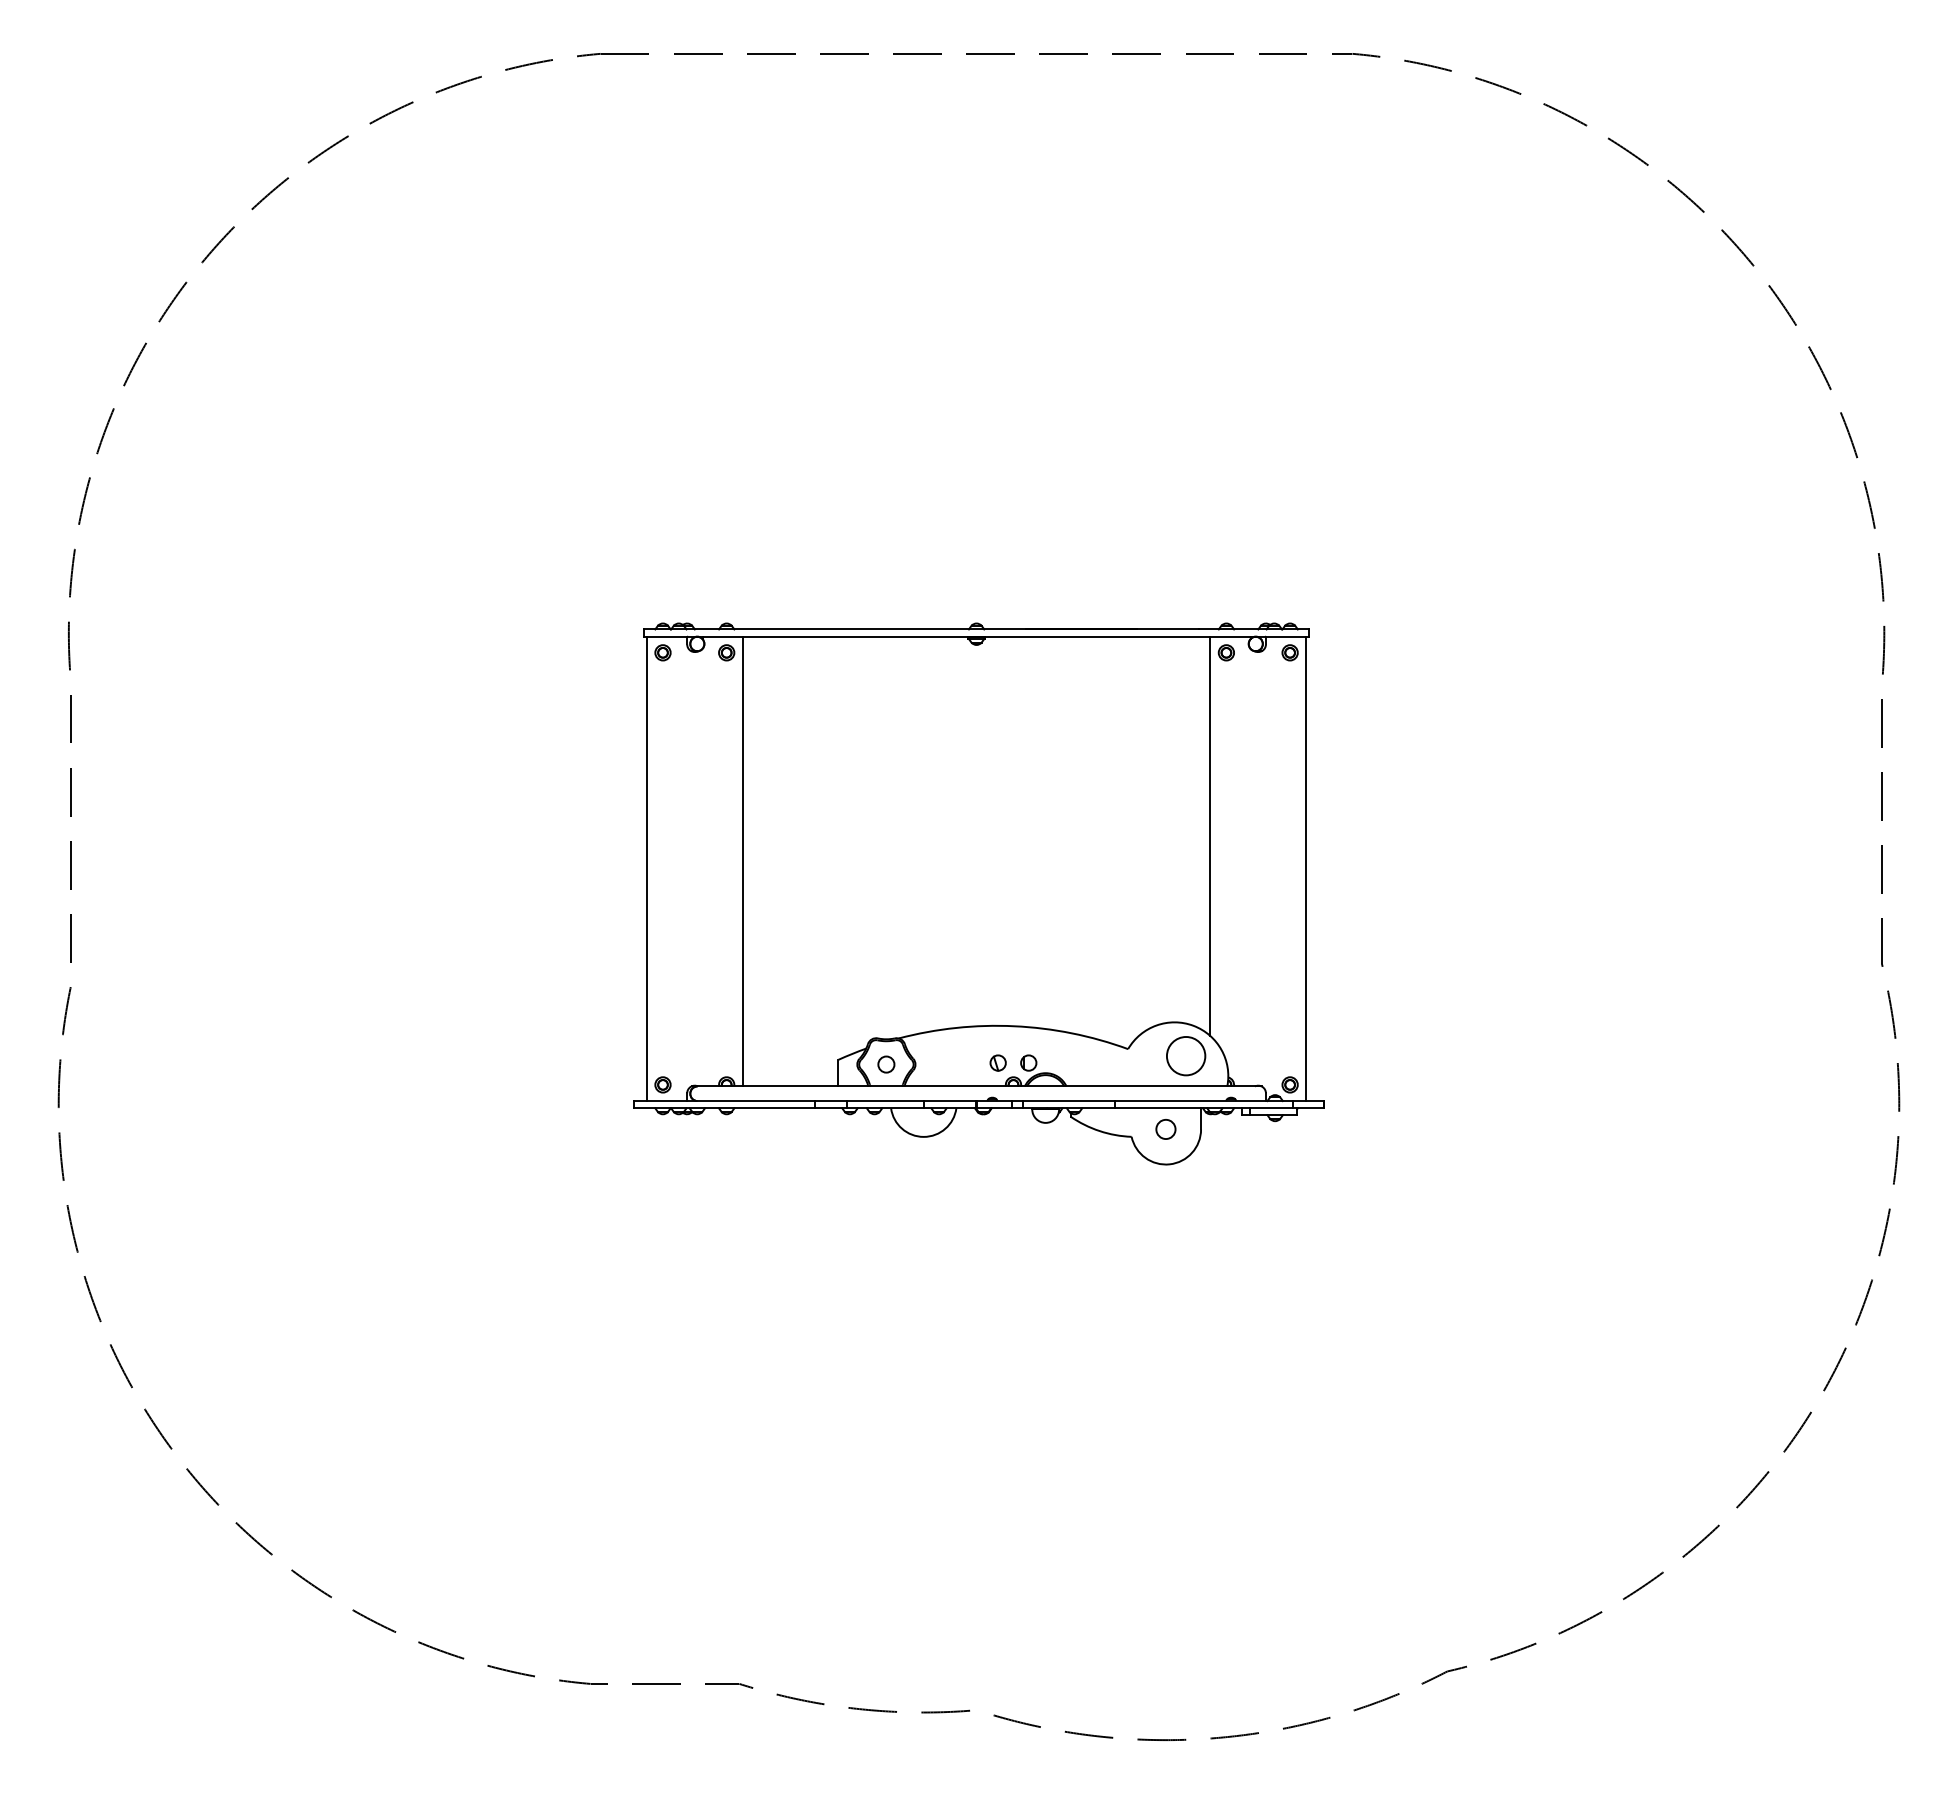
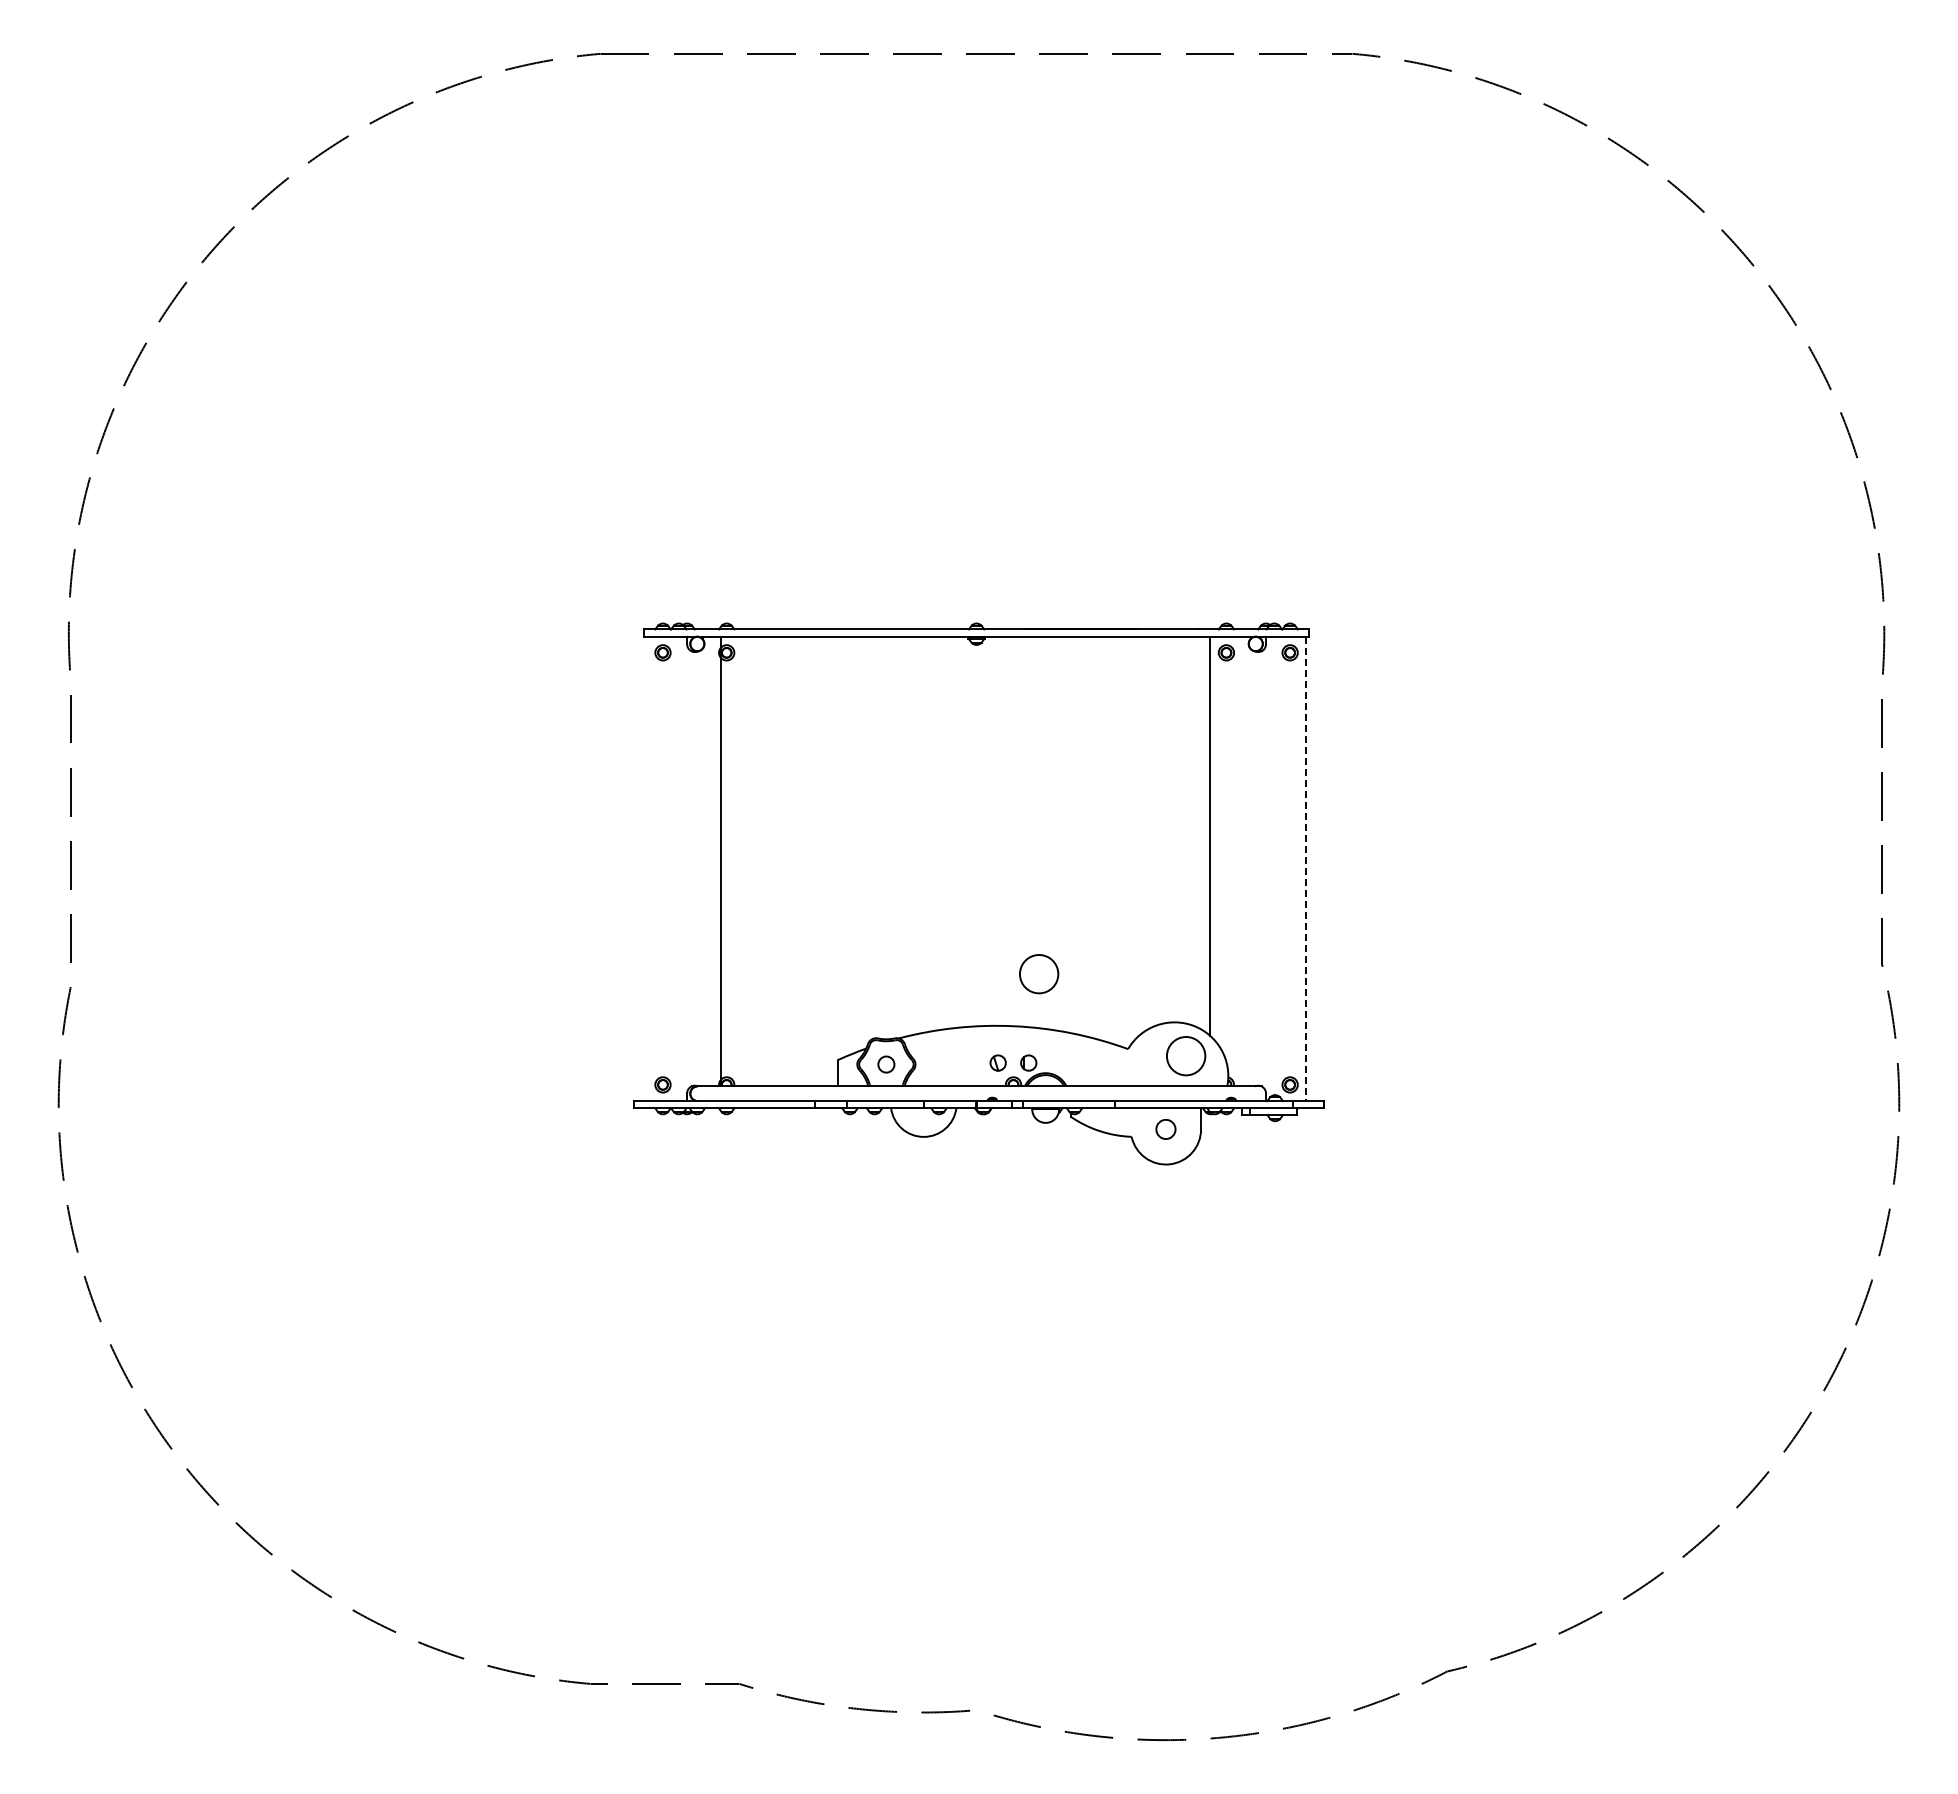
line at (742, 861) position: (742, 861) -> (720, 861)
line at (646, 868): present -> none
line at (1306, 869): solid -> dashed
circle at (1039, 974): none -> present
